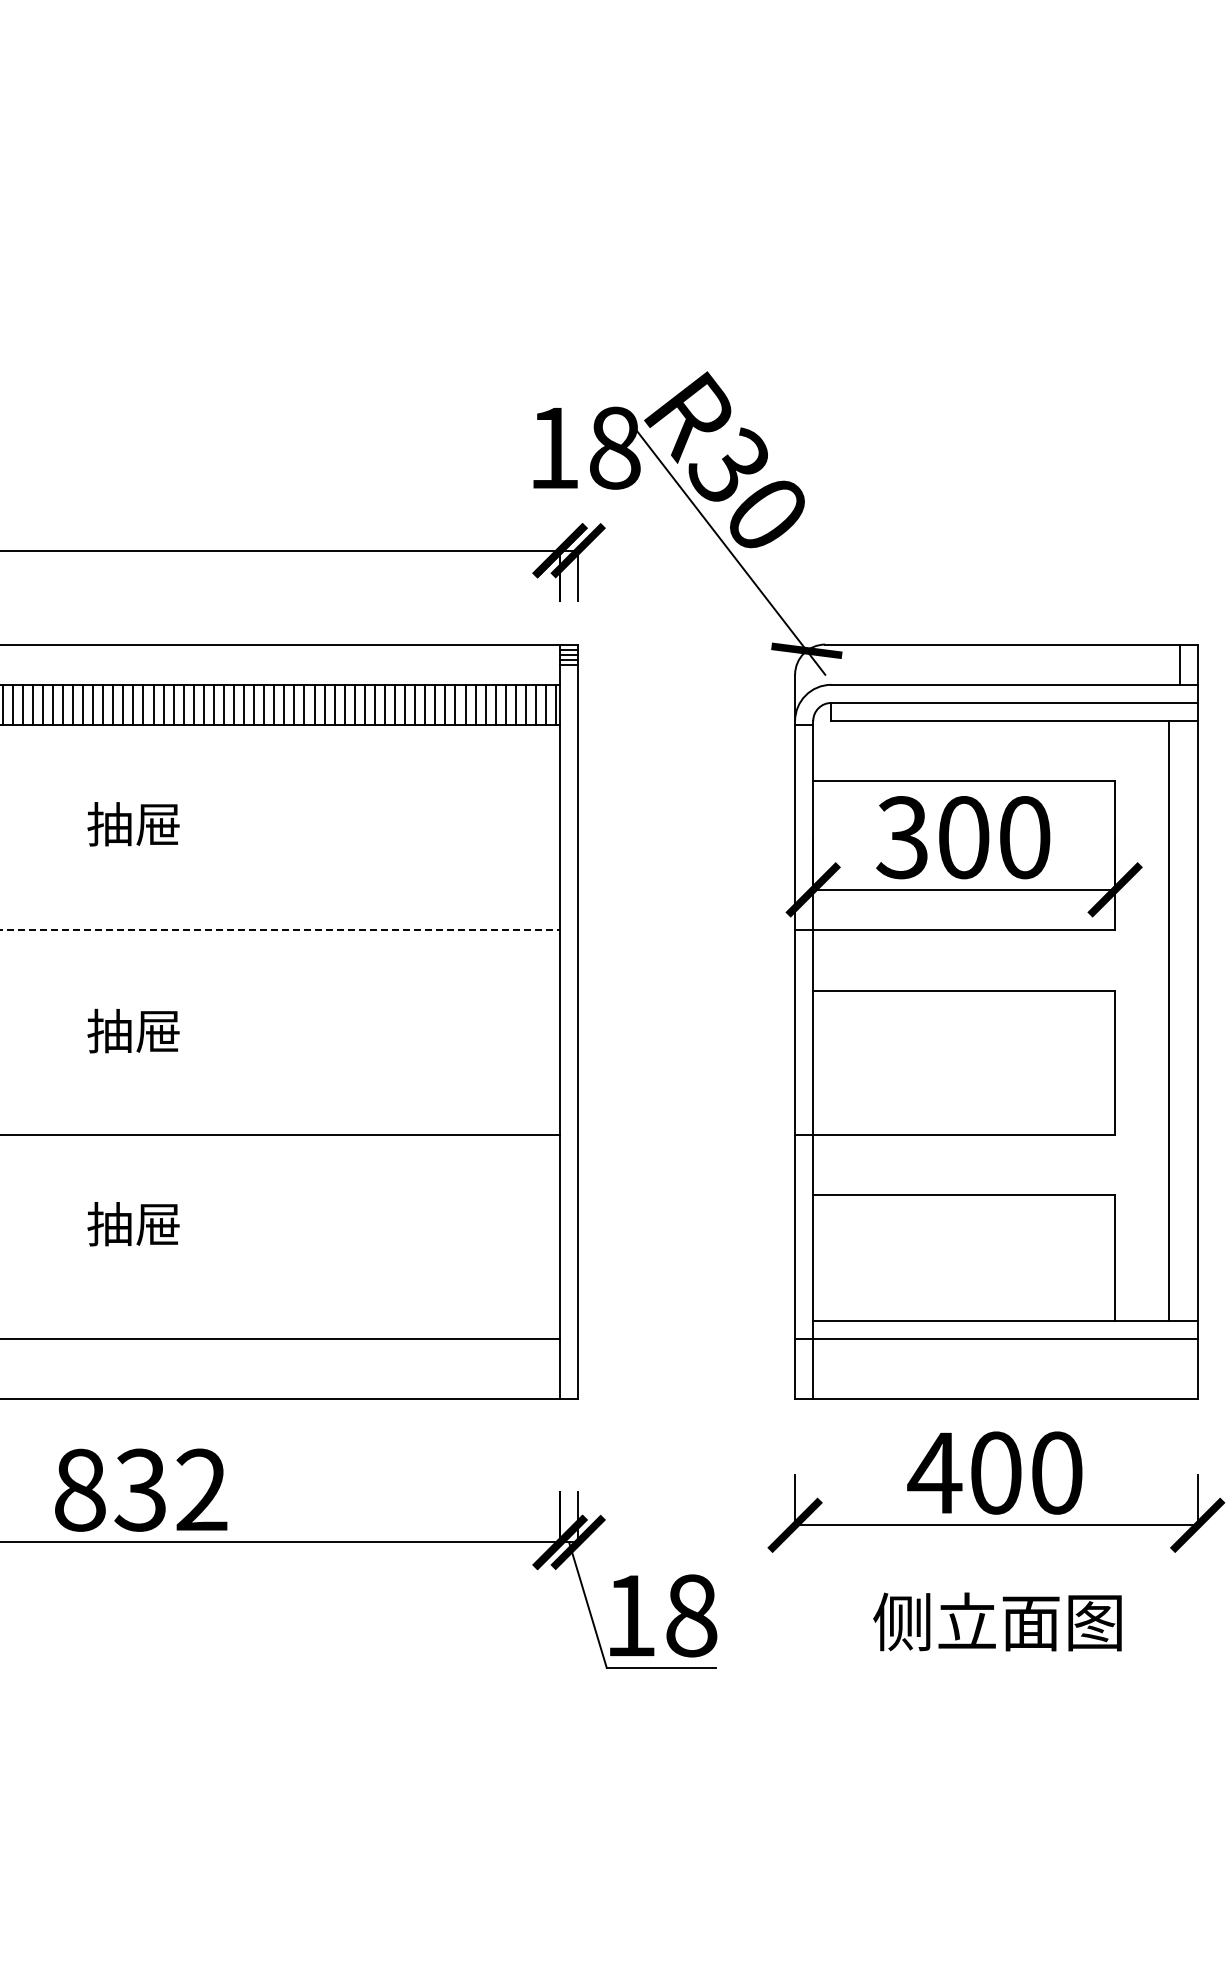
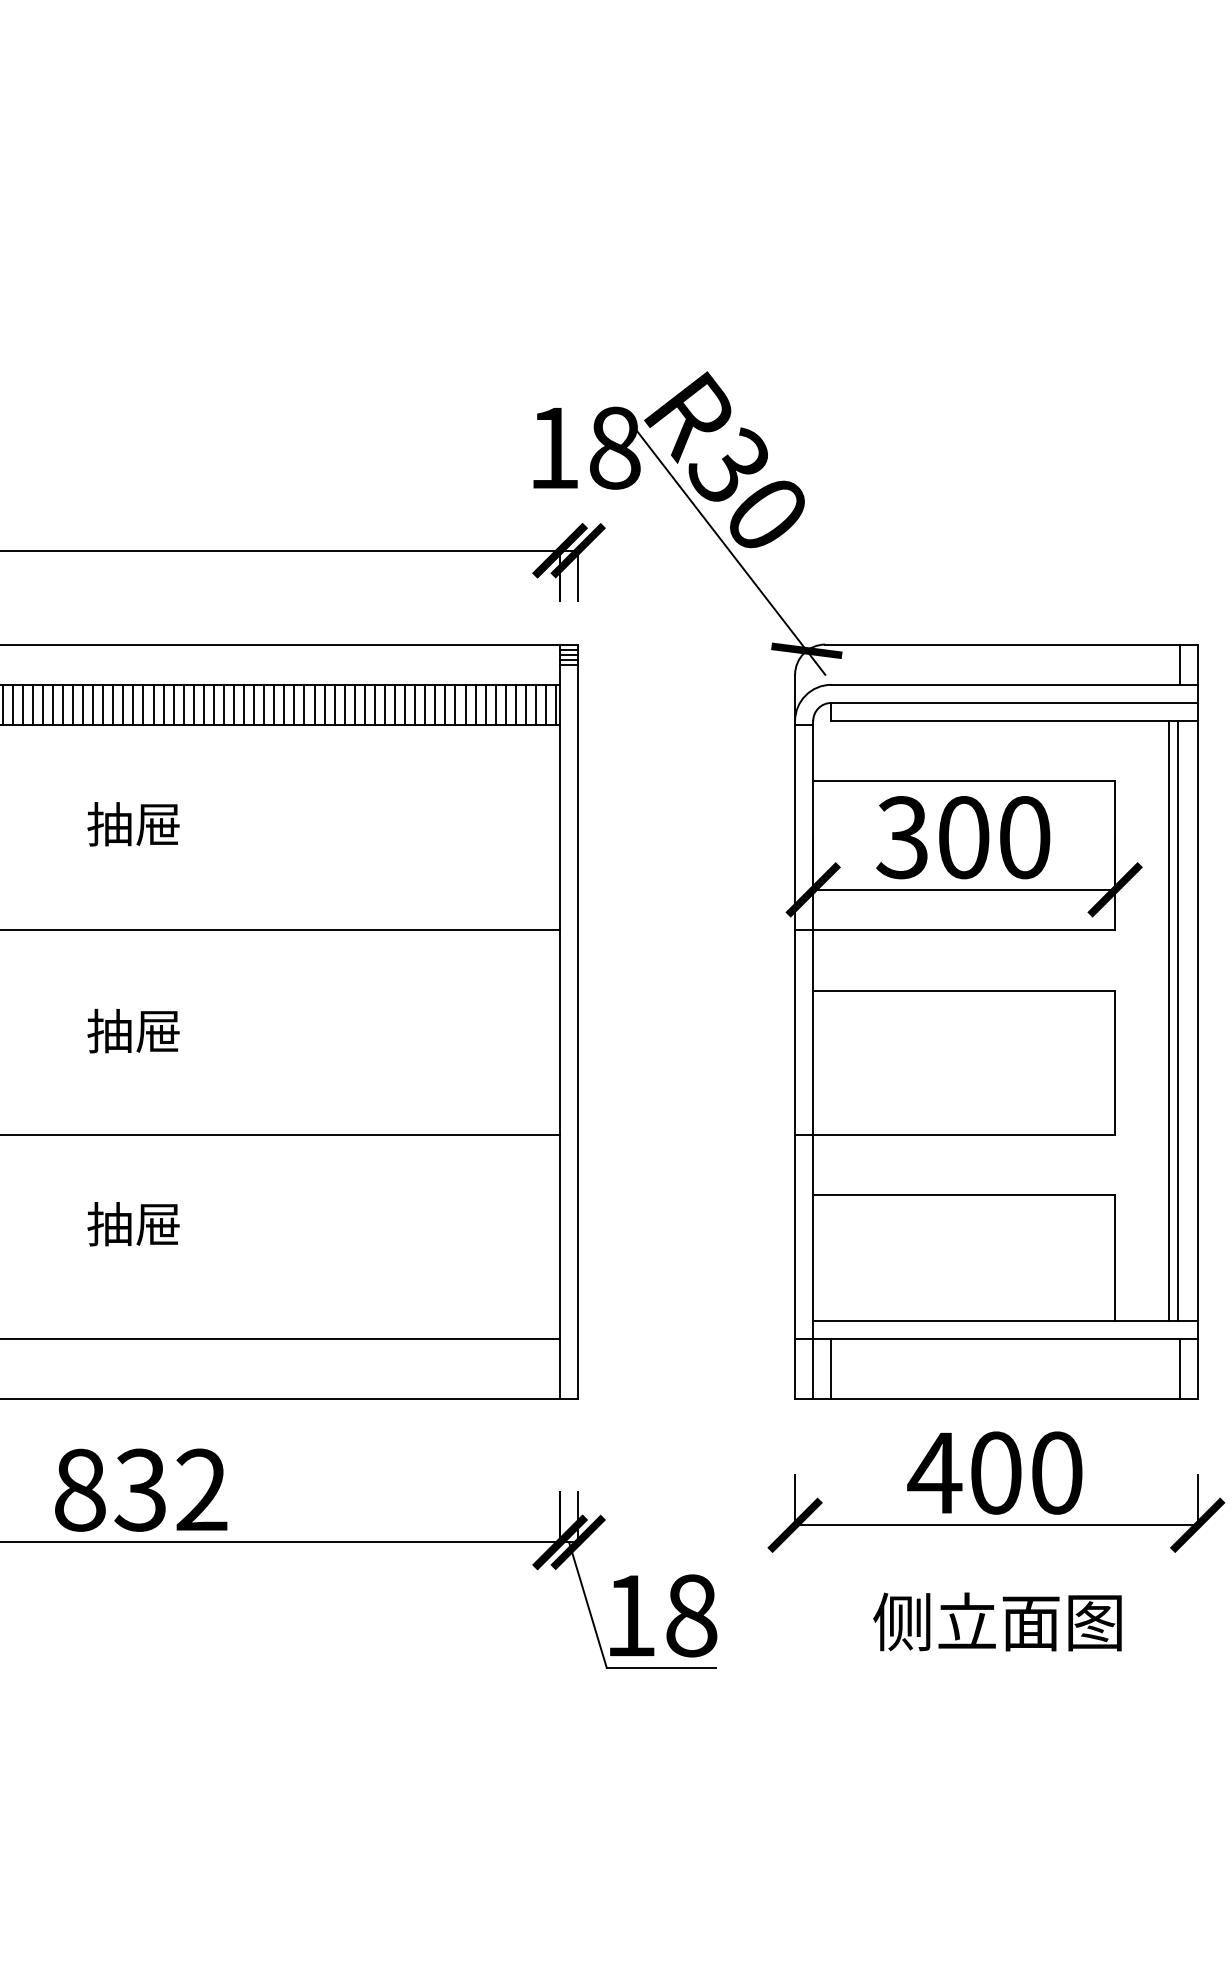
line at (280, 930): dashed -> solid
line at (1177, 1020): none -> present
line at (831, 1369): none -> present
line at (1179, 1369): none -> present
